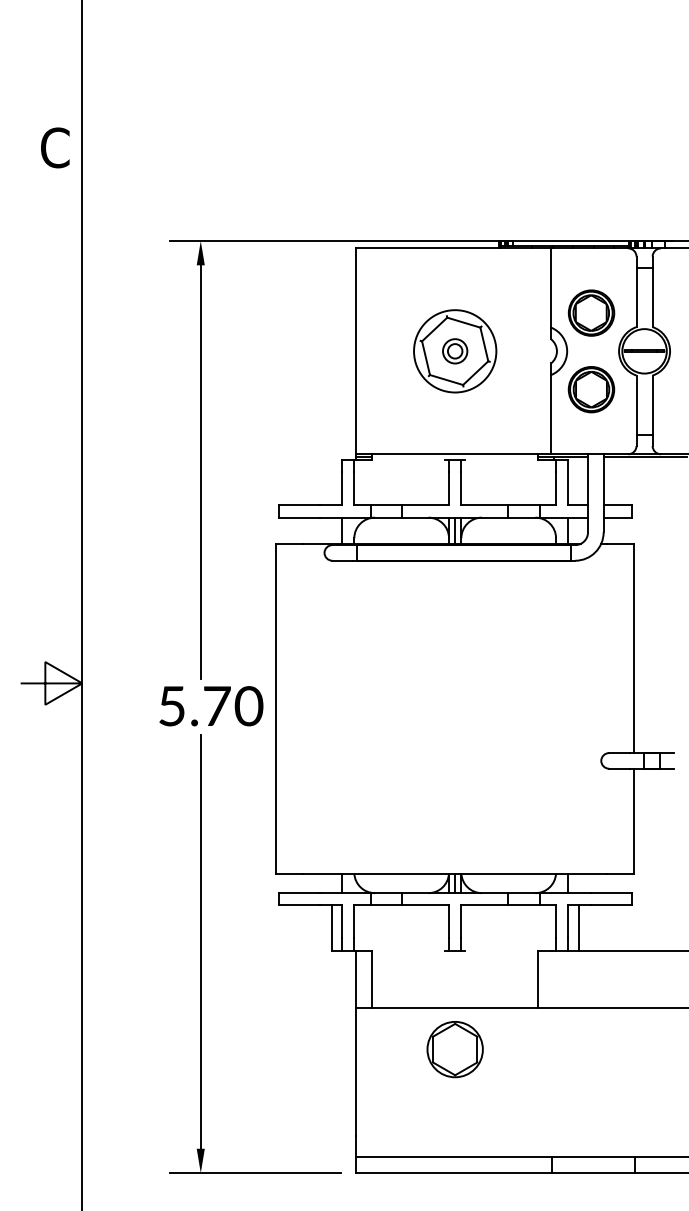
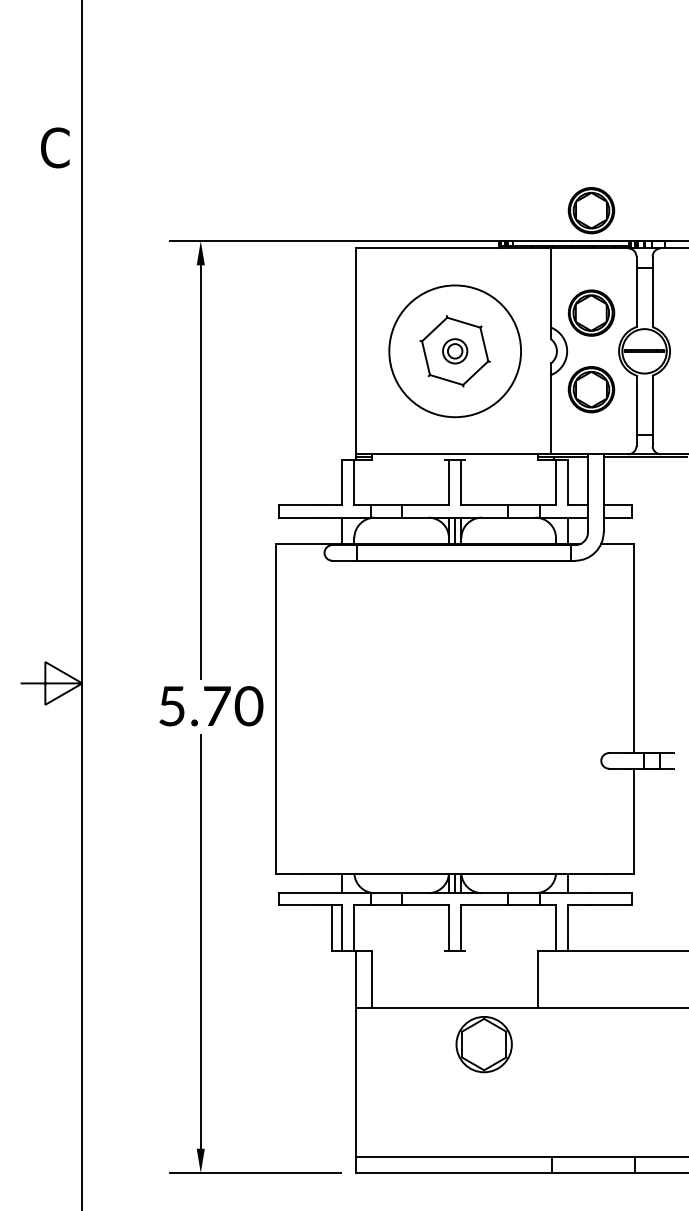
part at (591, 210): none -> present
circle at (455, 351) diameter: 82 px -> 132 px
line at (578, 927): present -> none
part at (454, 1049) position: (454, 1049) -> (483, 1044)
